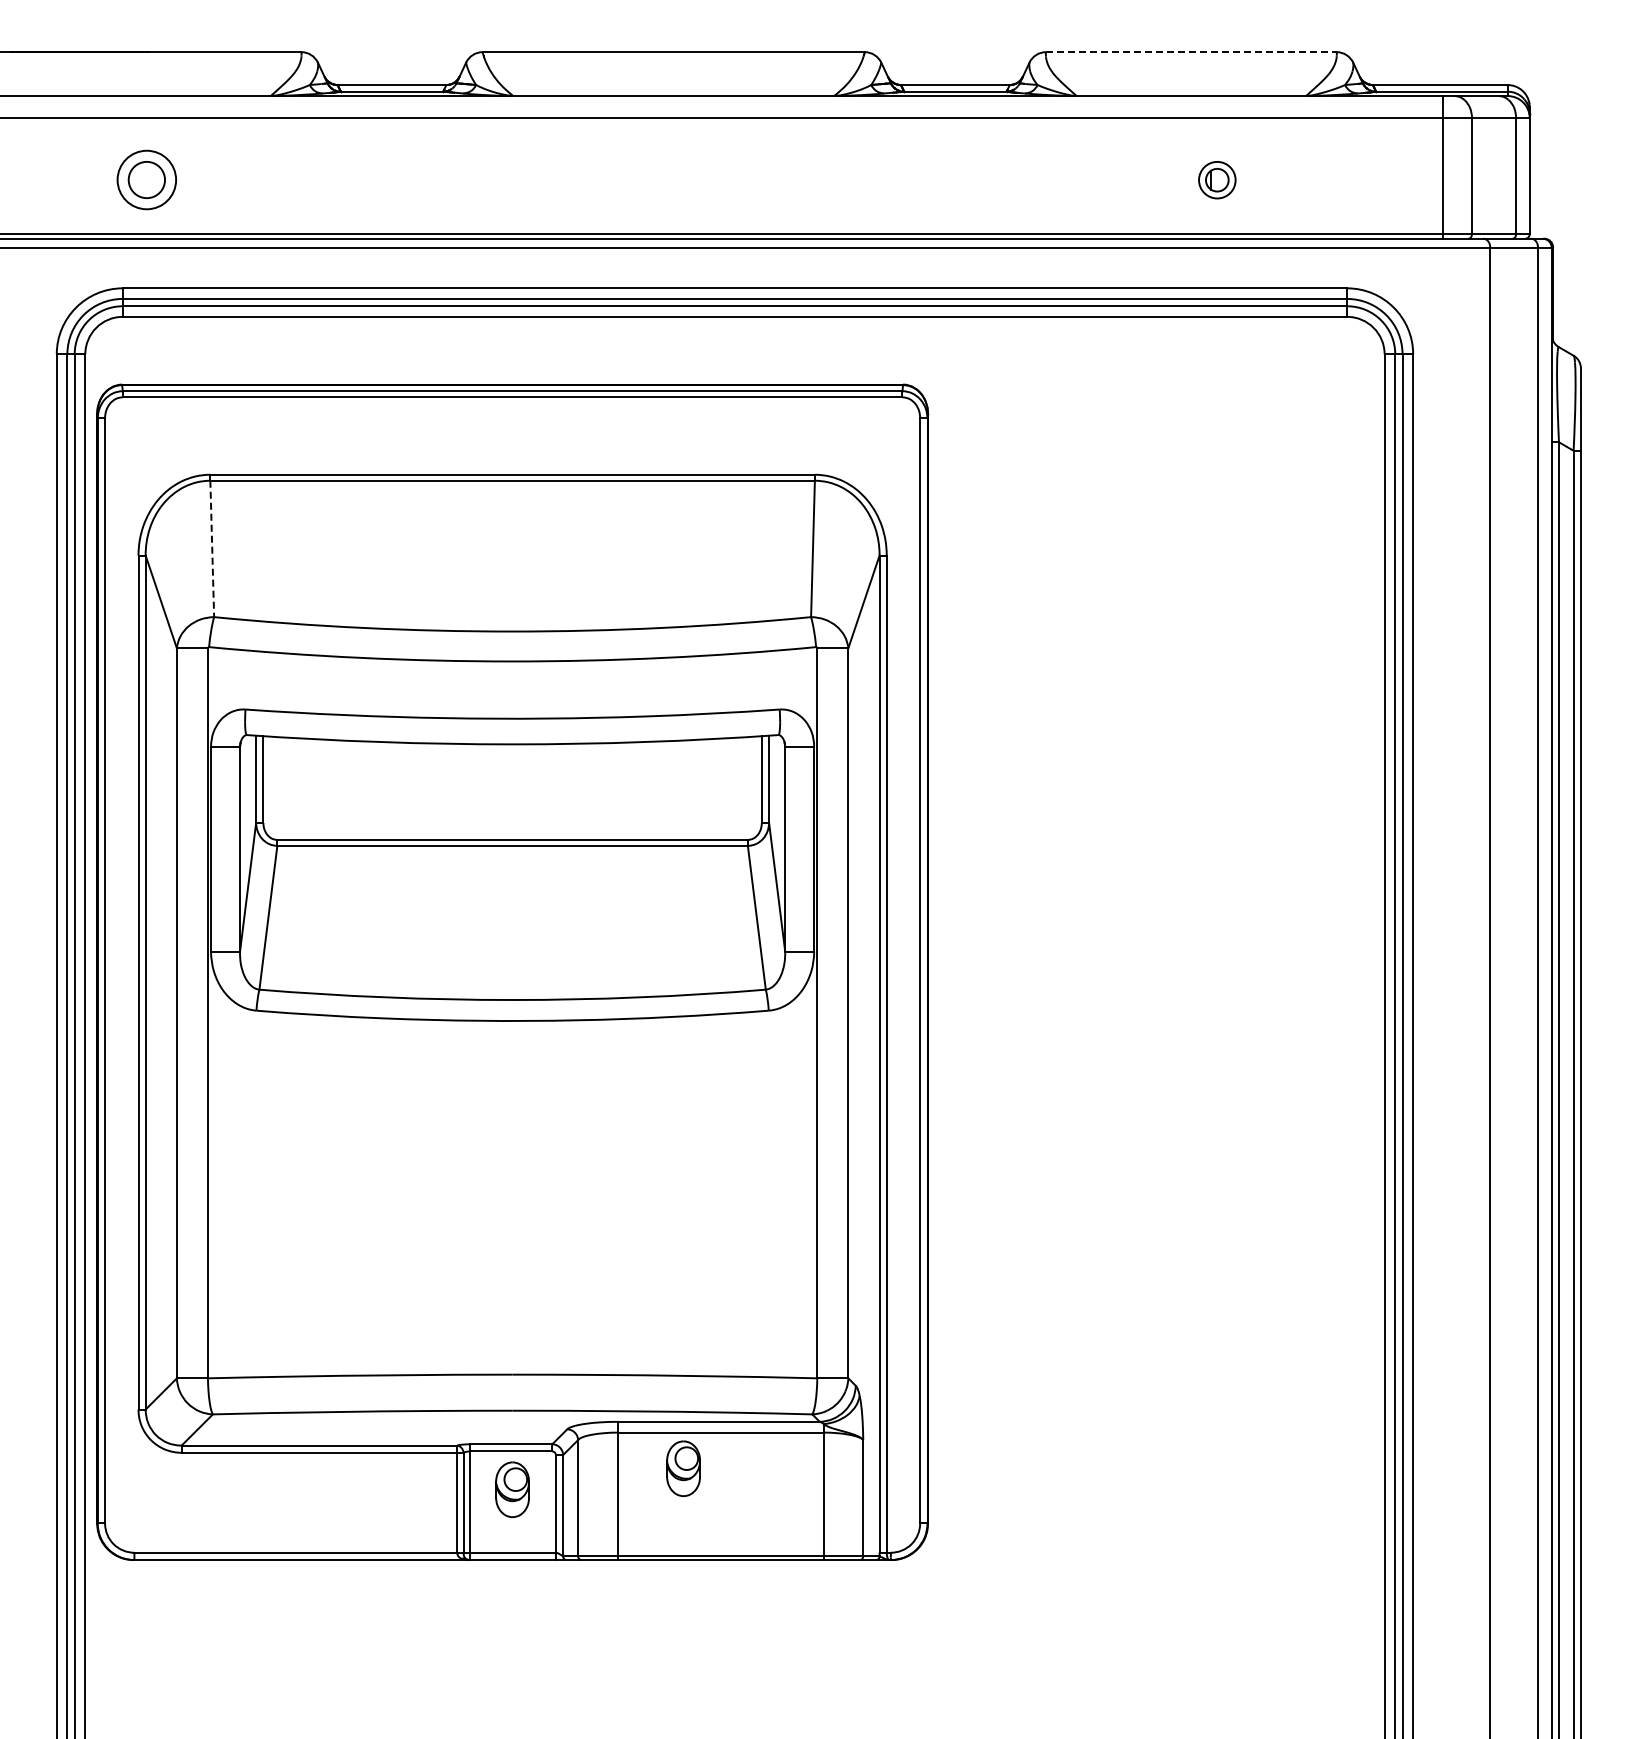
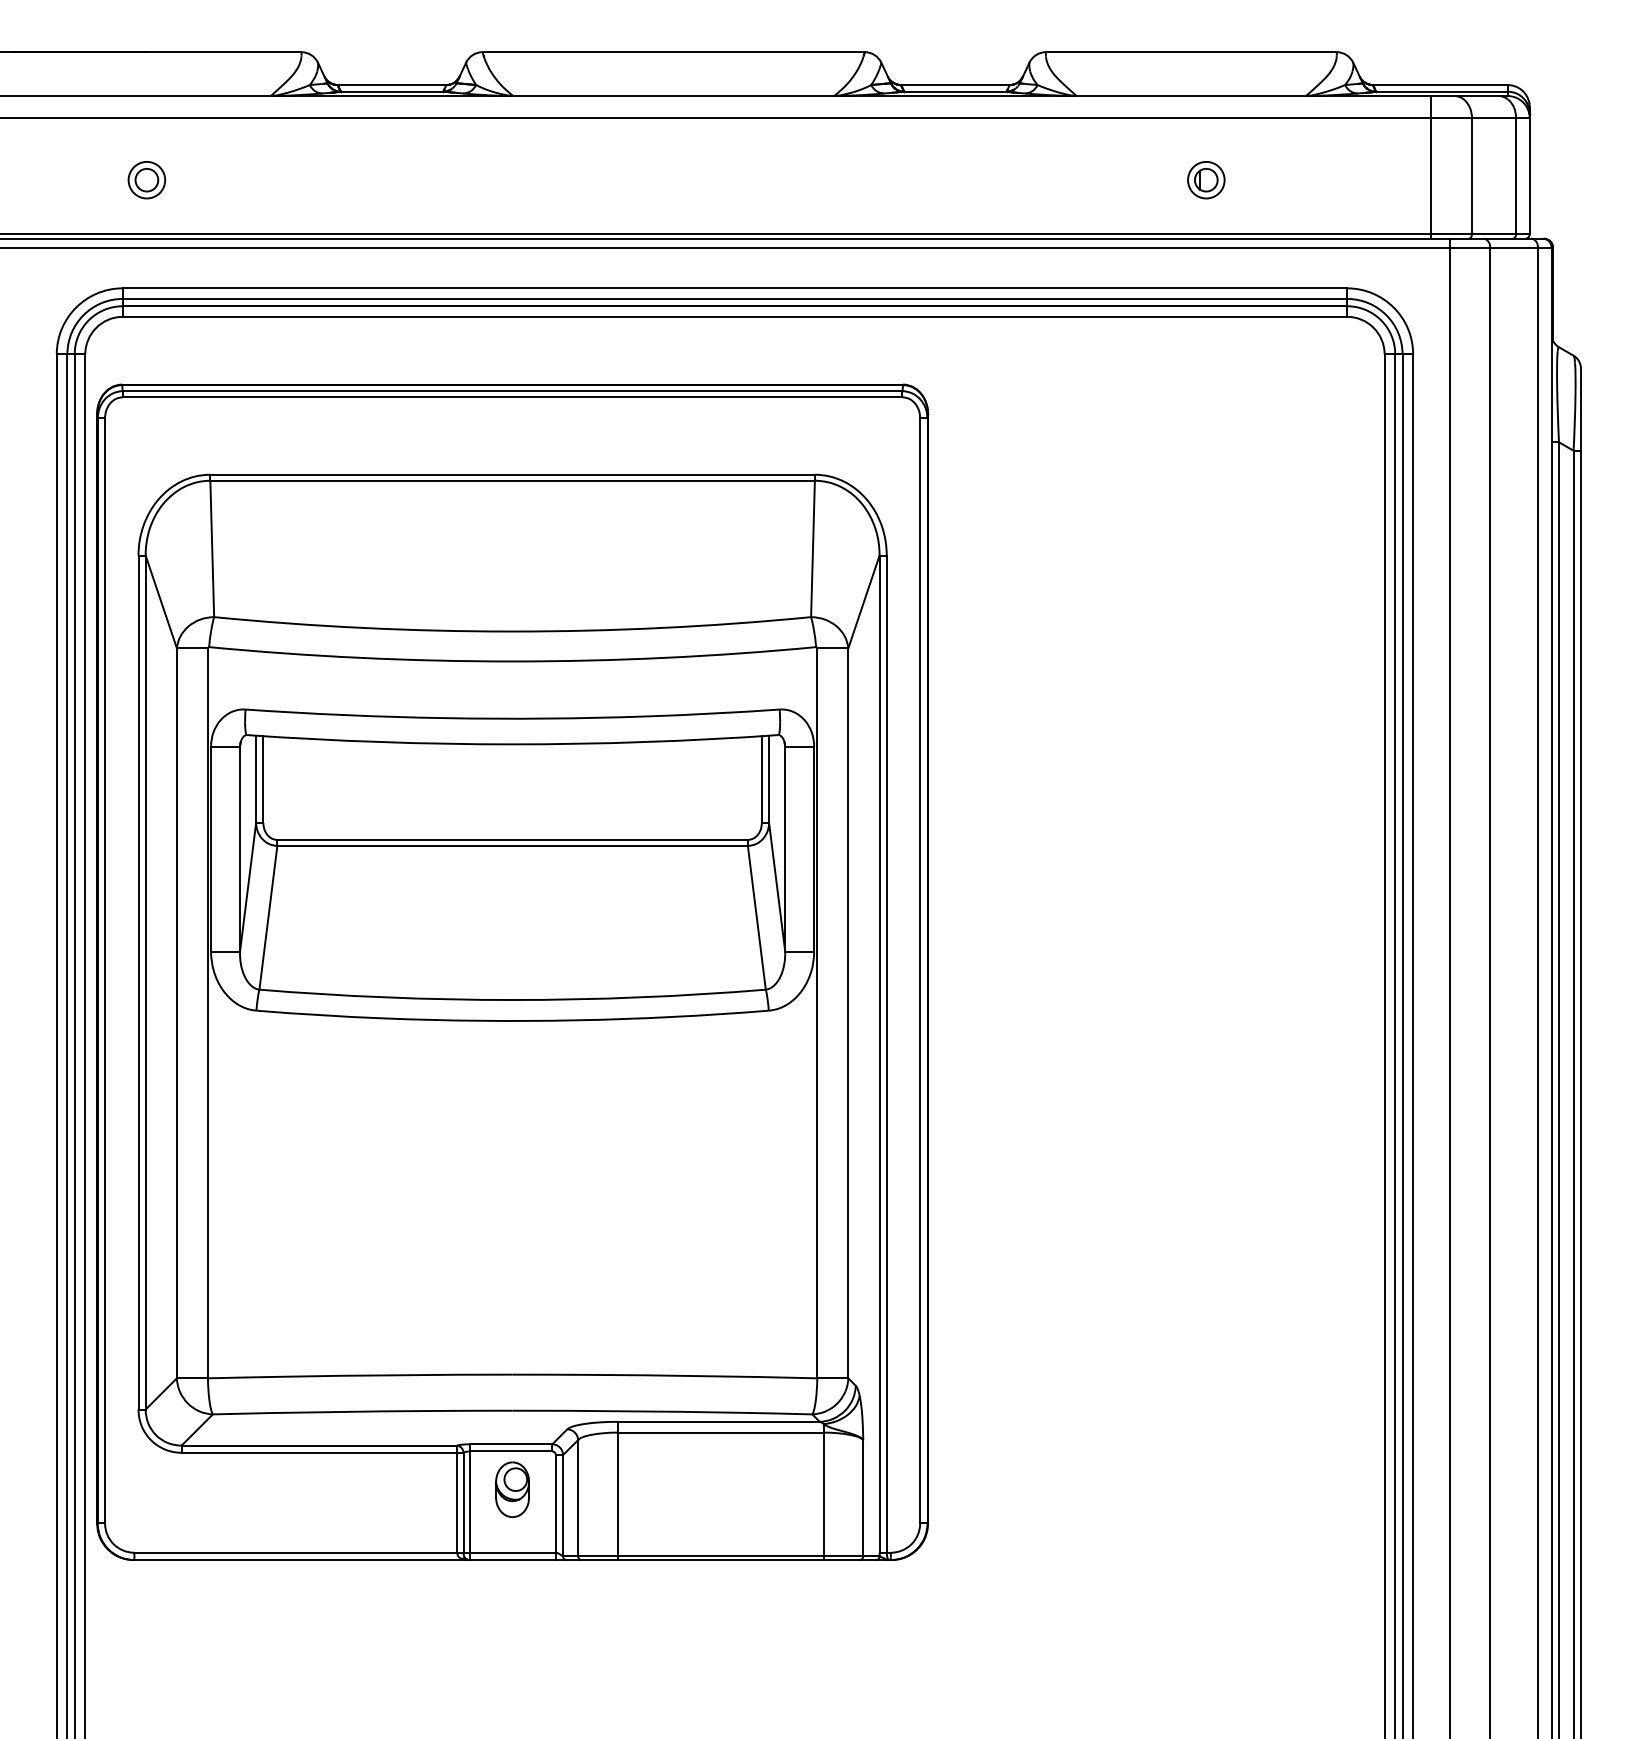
line at (1191, 52): dashed -> solid
line at (1443, 167) position: (1443, 167) -> (1431, 167)
part at (146, 179) size: 61x62 px -> 40x39 px
part at (1217, 180) position: (1217, 180) -> (1206, 180)
line at (212, 549): dashed -> solid
line at (1449, 986): none -> present
part at (683, 1468): present -> none
